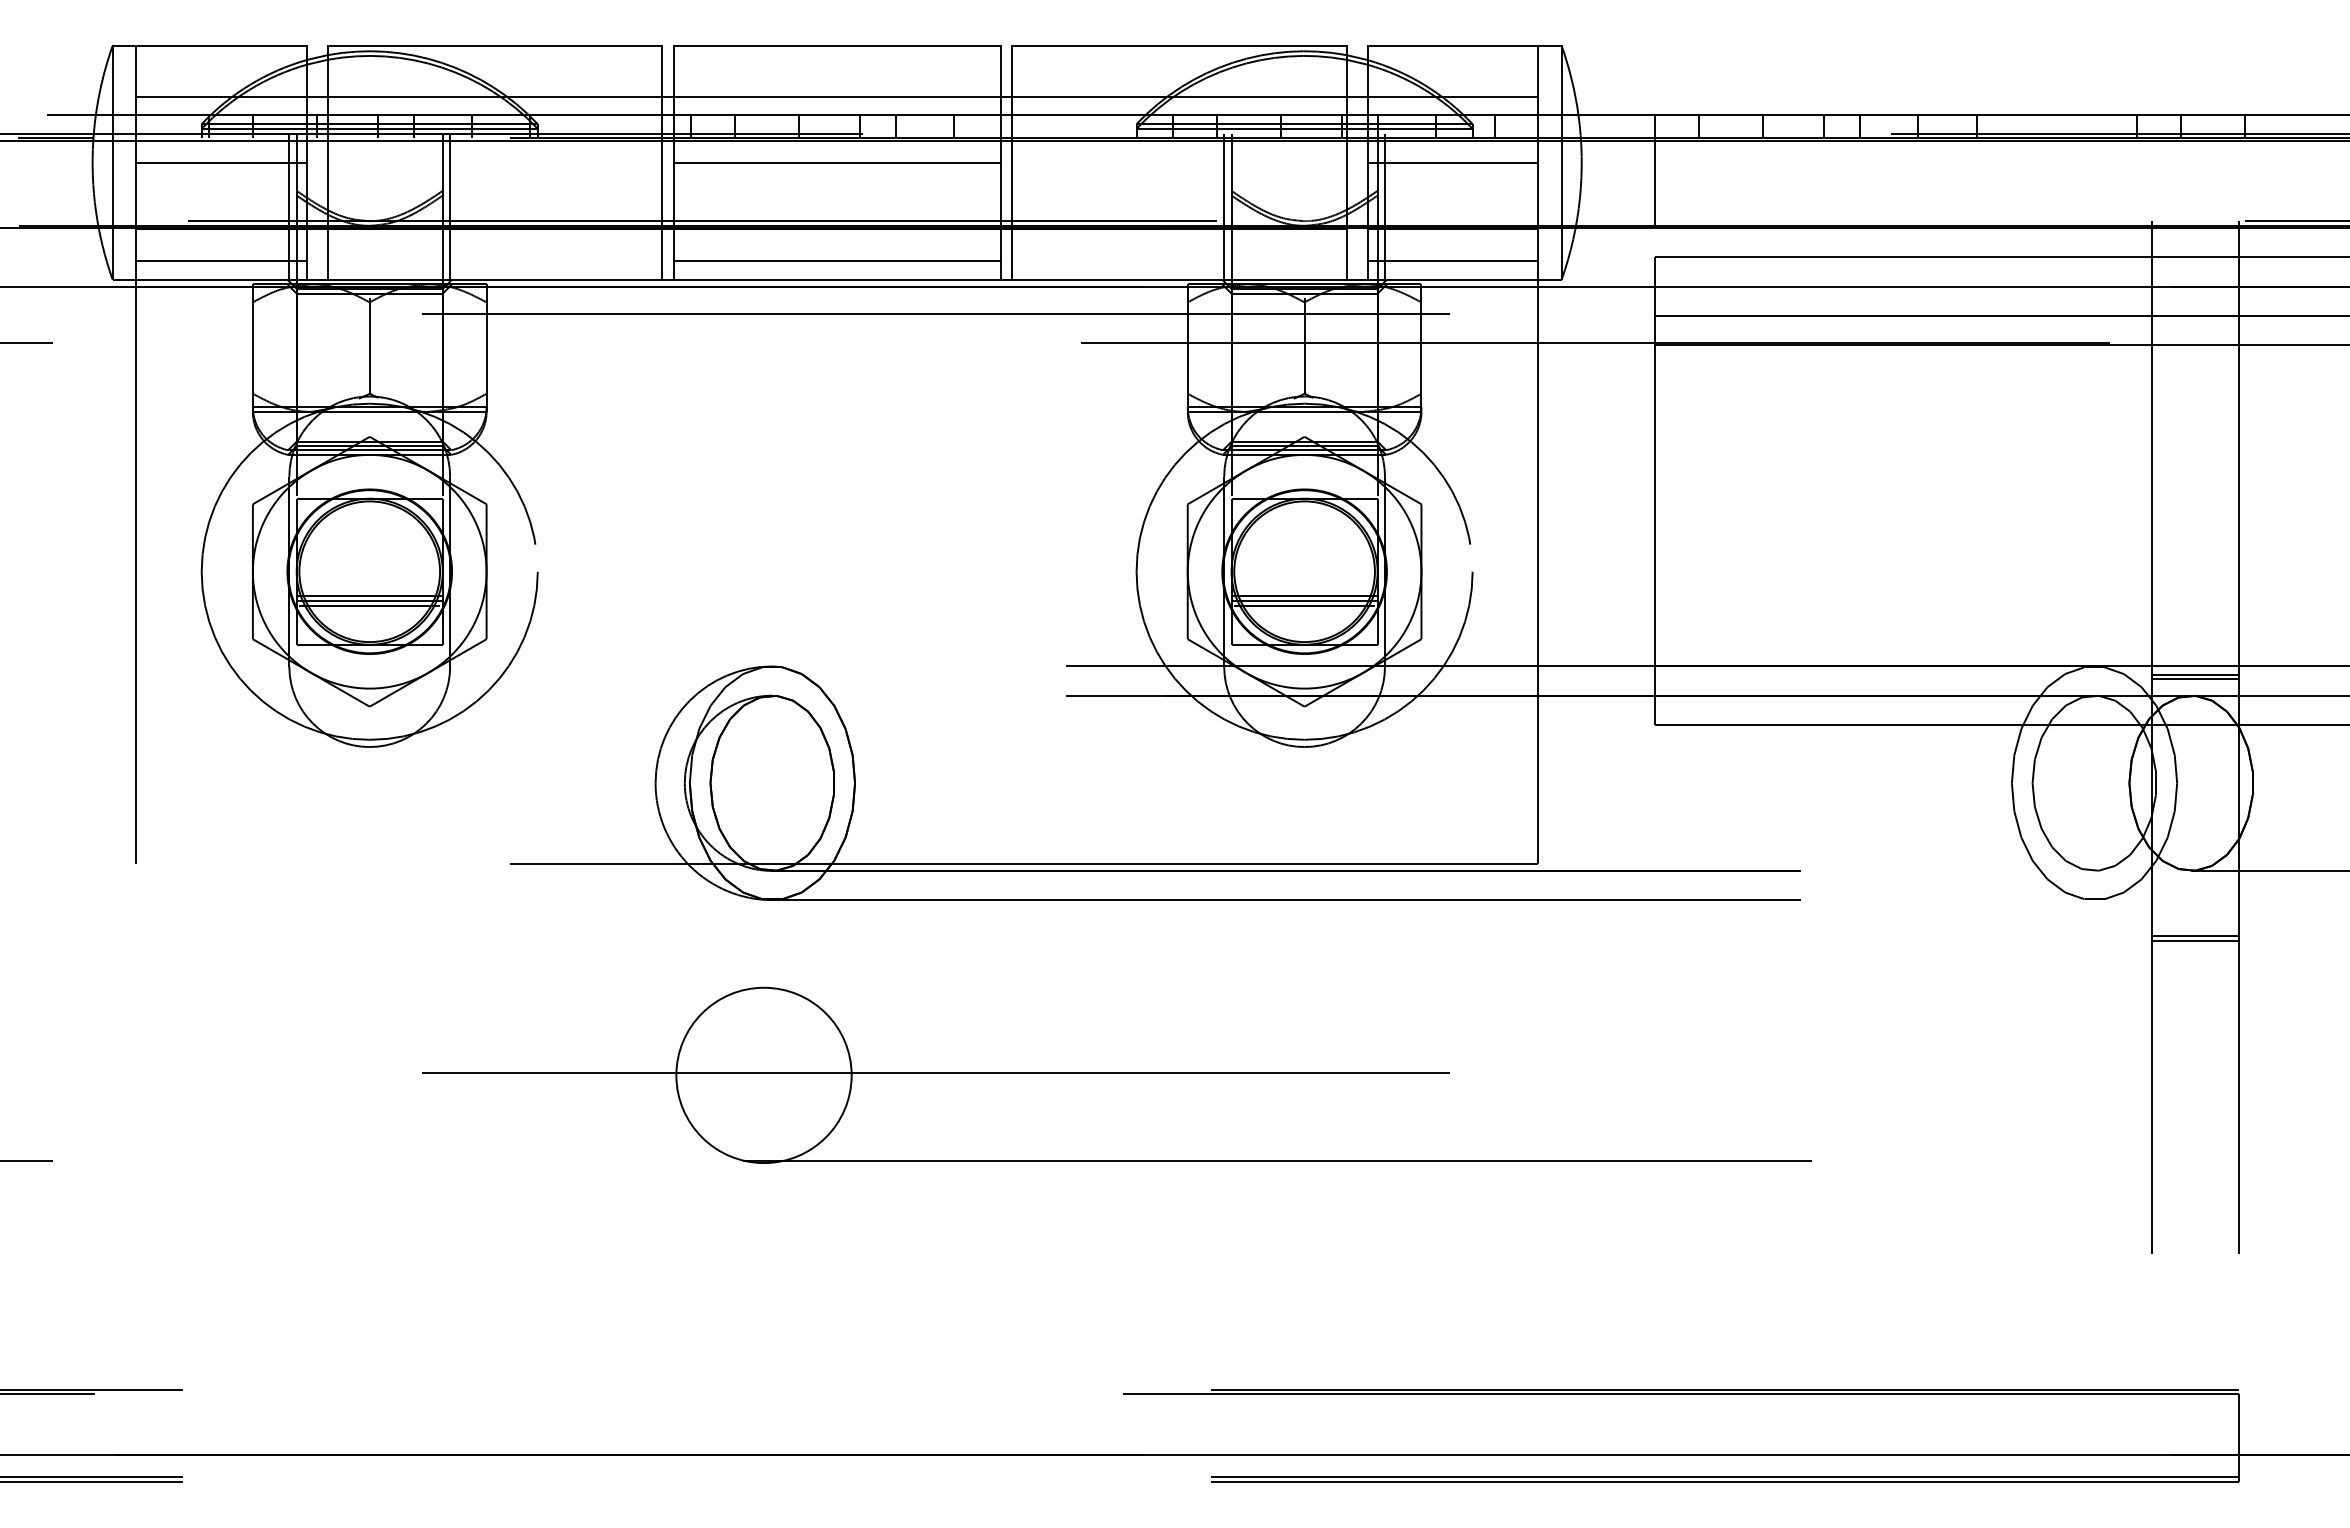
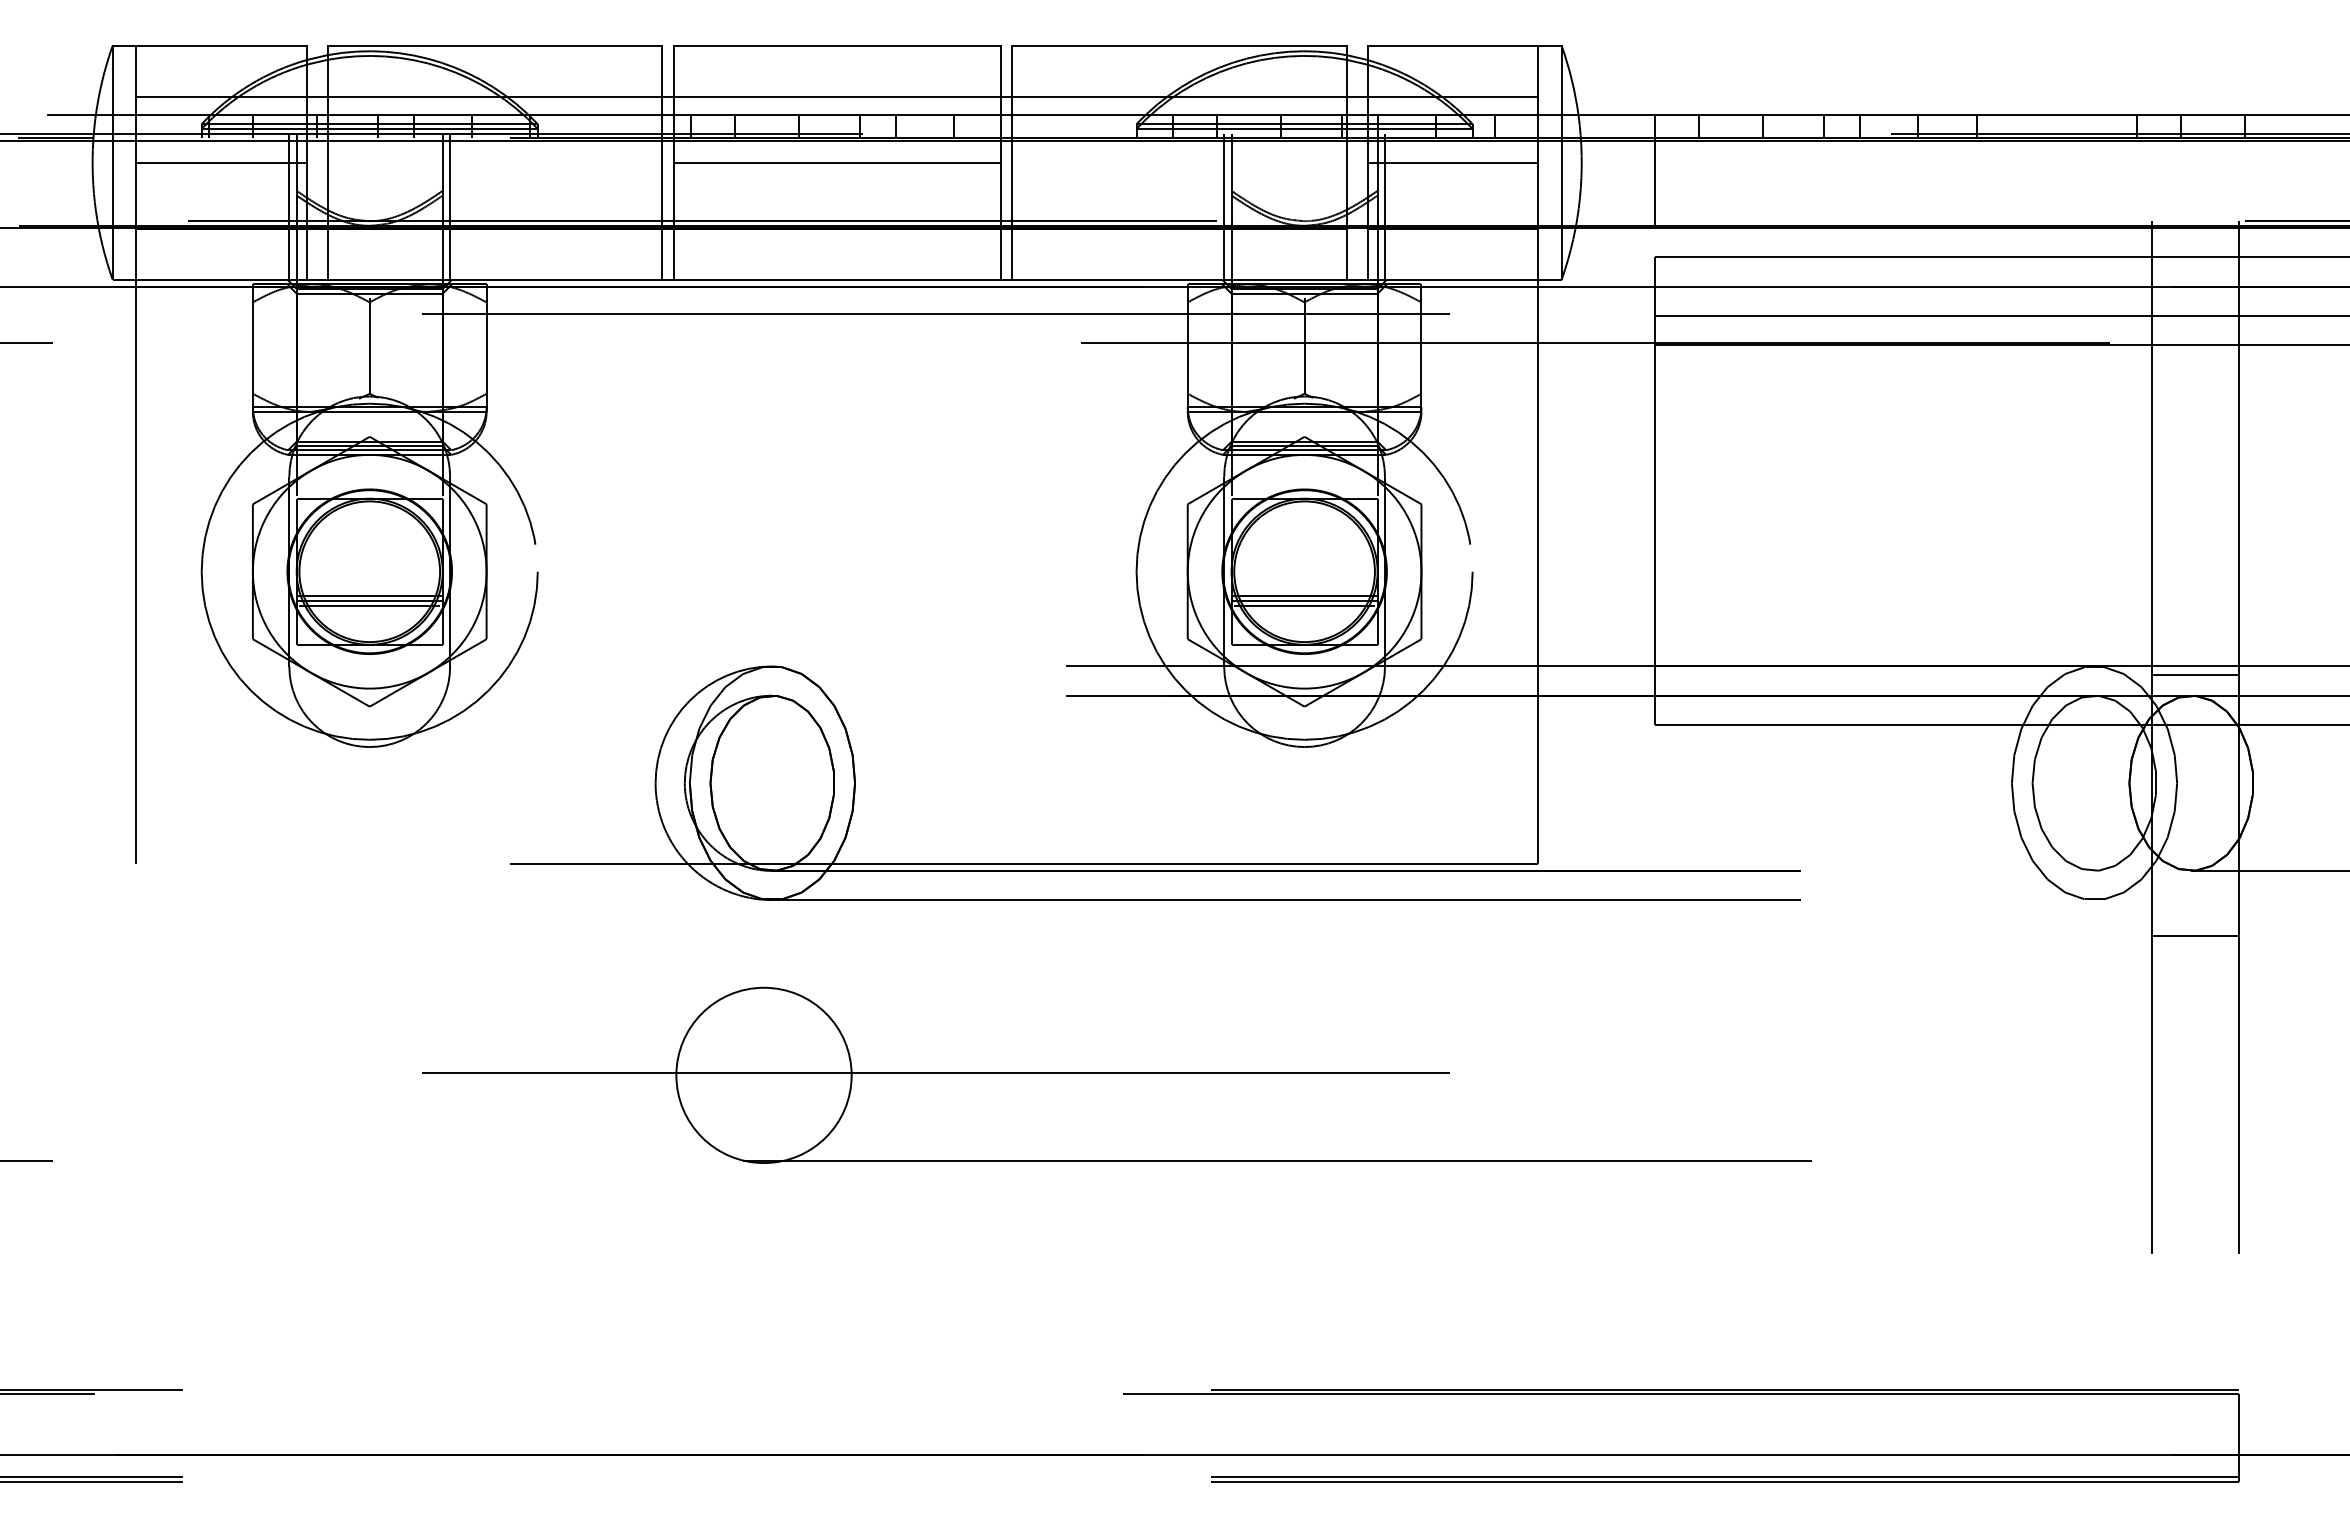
line at (221, 261): present -> none
line at (836, 261): present -> none
line at (1452, 261): present -> none
line at (2195, 679): present -> none
line at (2195, 941): present -> none
